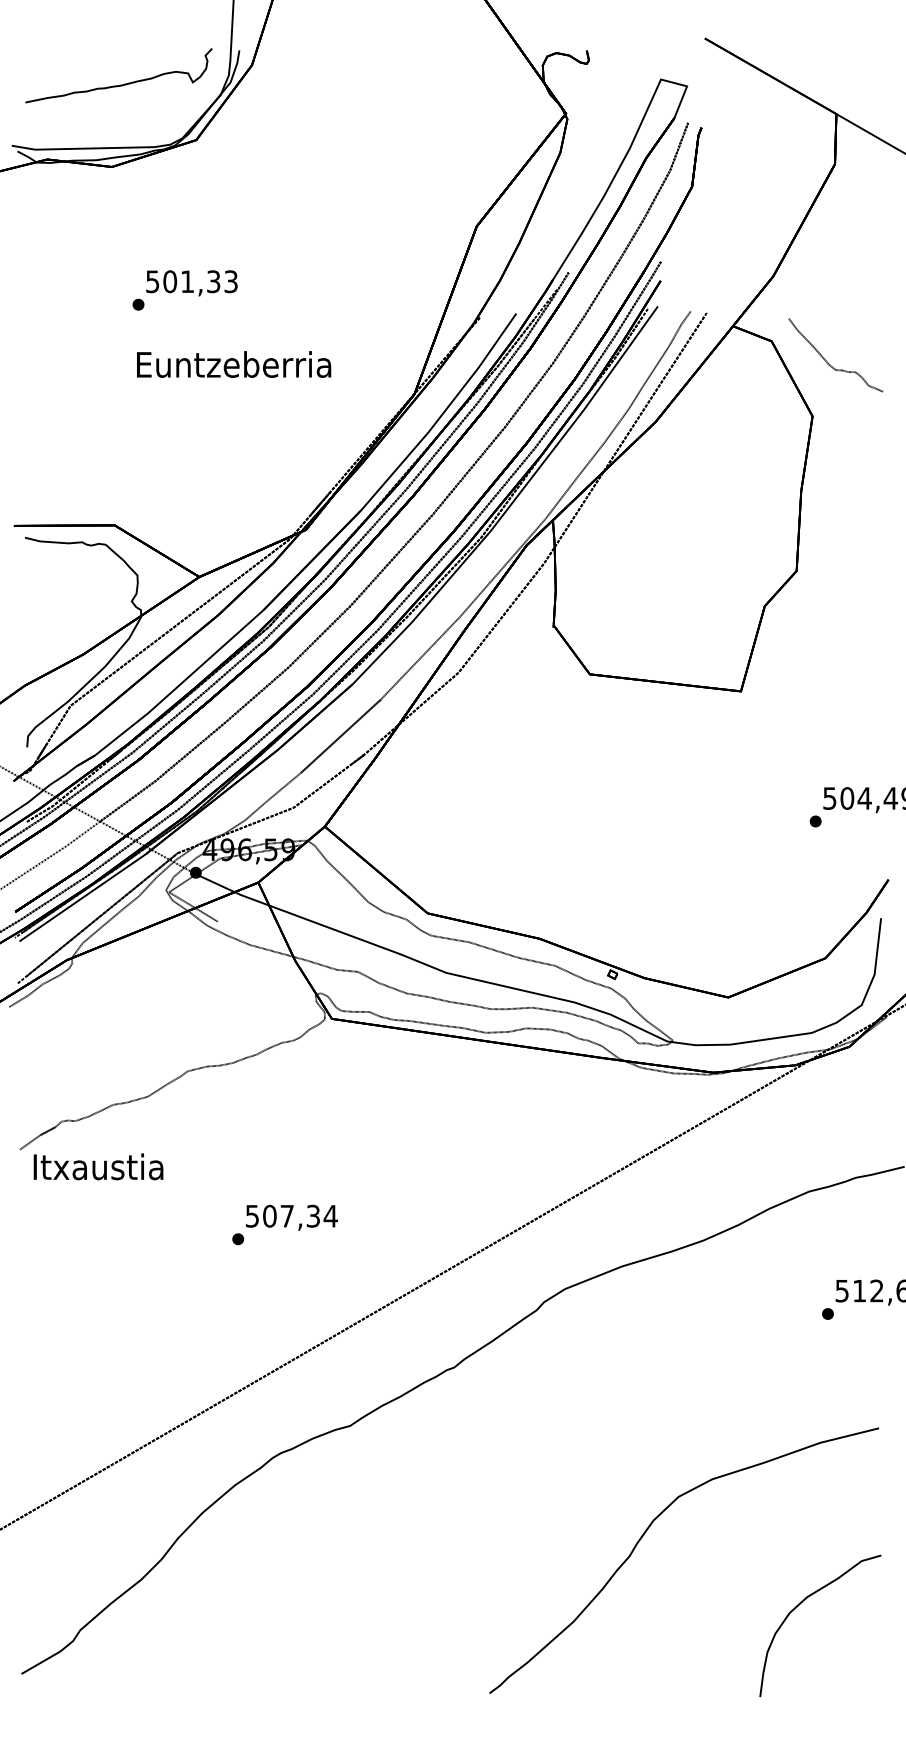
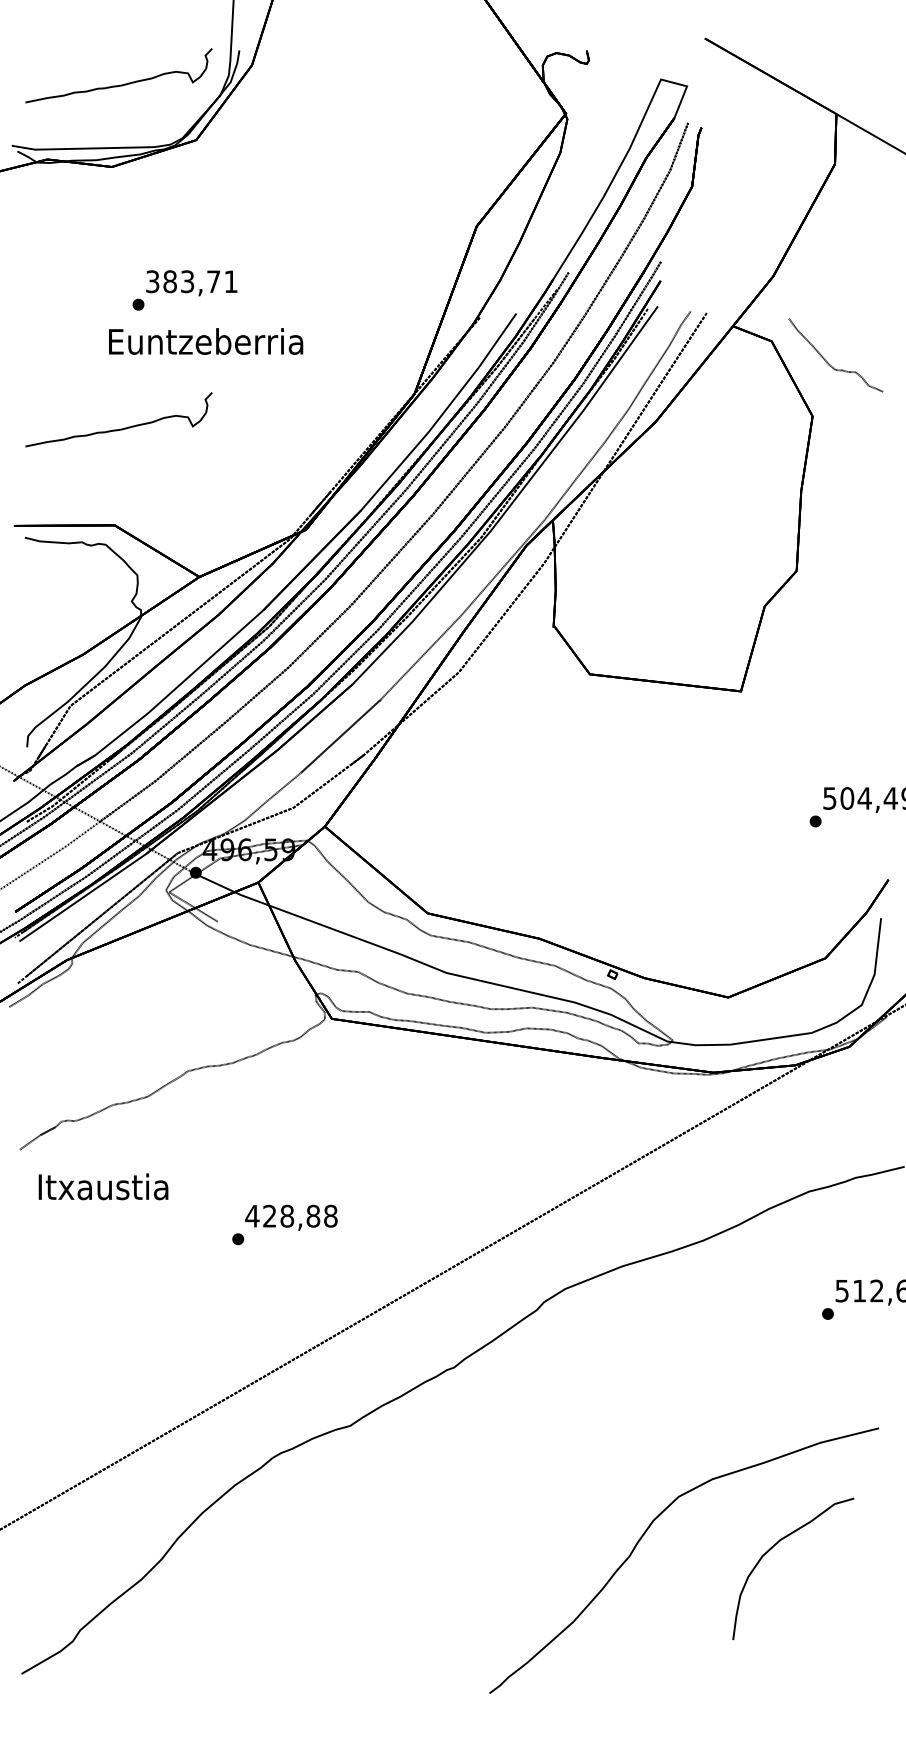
text at (191, 281): 501,33 -> 383,71
text at (234, 364) position: (234, 364) -> (206, 341)
curve at (120, 428): none -> present
text at (98, 1166) position: (98, 1166) -> (103, 1186)
text at (291, 1215): 507,34 -> 428,88
part at (800, 1604) position: (800, 1604) -> (773, 1547)
